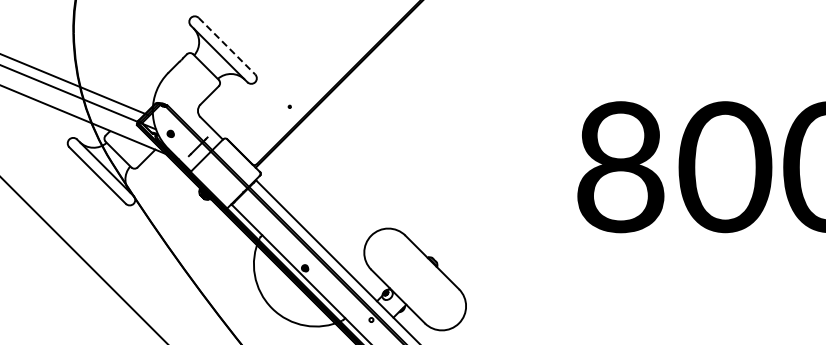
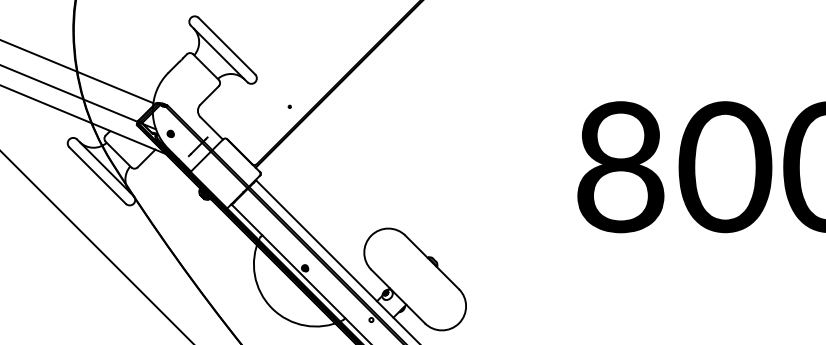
line at (226, 46): dashed -> solid
line at (75, 85) position: (75, 85) -> (77, 71)
line at (83, 259) position: (83, 259) -> (96, 246)
